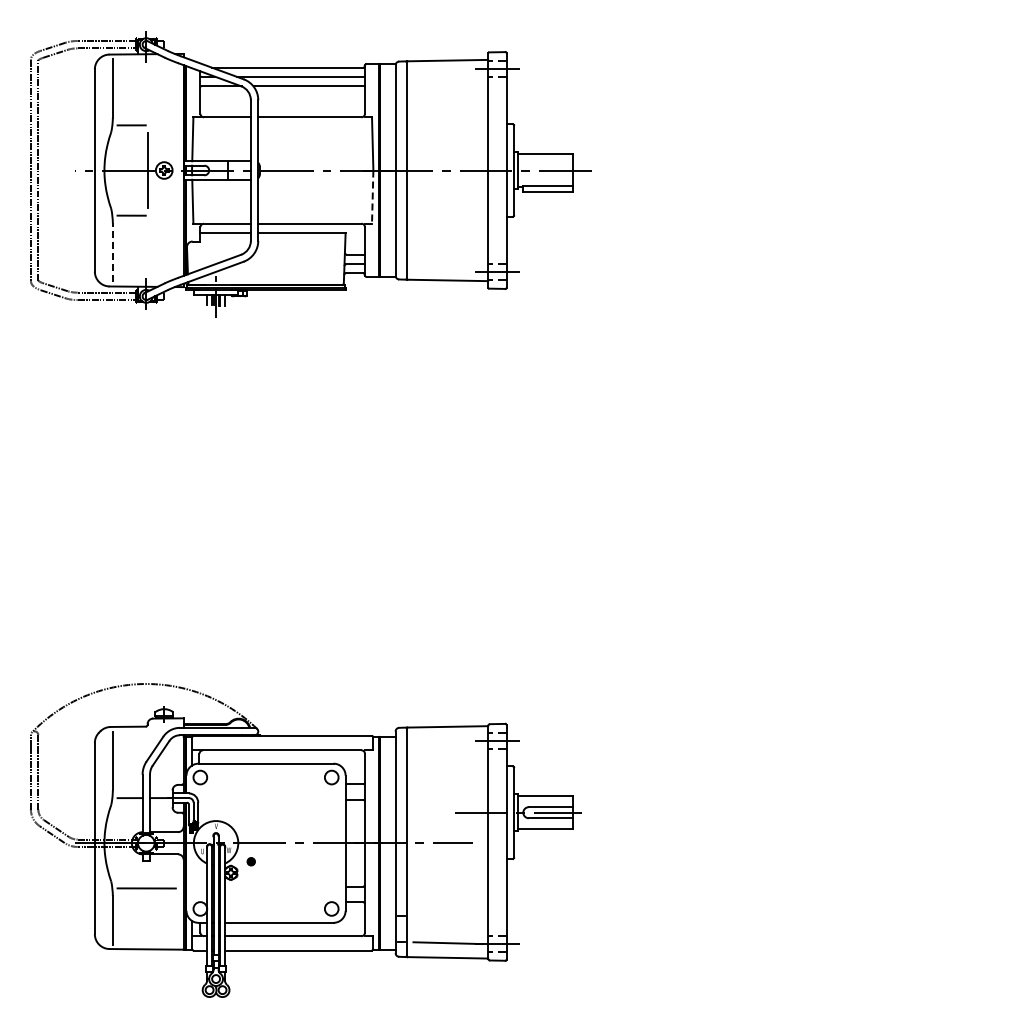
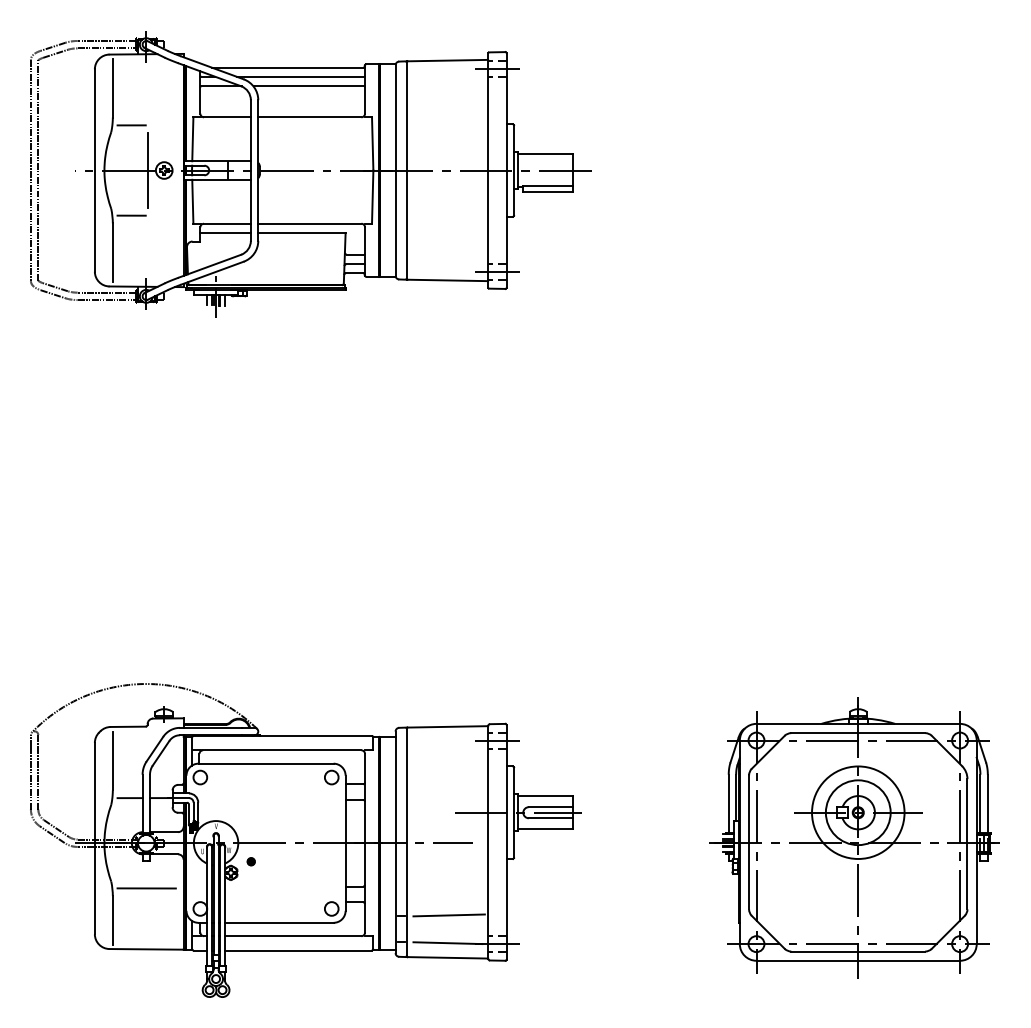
line at (372, 197): dashed -> solid
line at (112, 252): dashed -> solid
part at (854, 837): none -> present
line at (448, 915): none -> present
